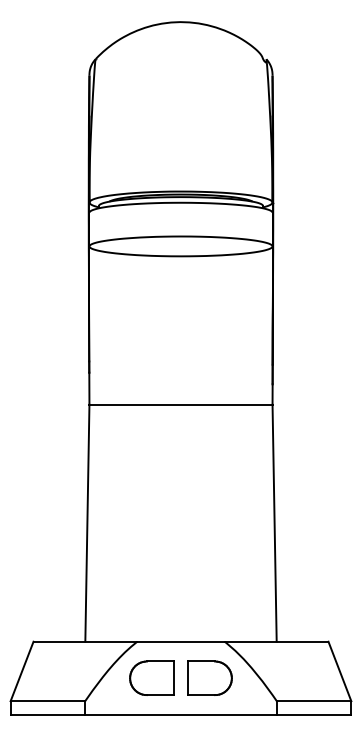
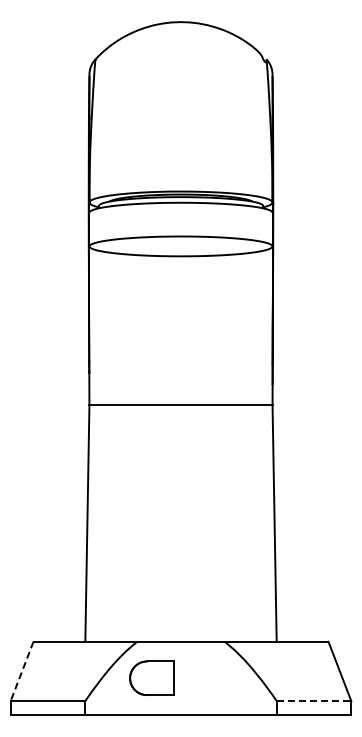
line at (22, 671): solid -> dashed
part at (209, 677): present -> none
line at (314, 701): solid -> dashed
